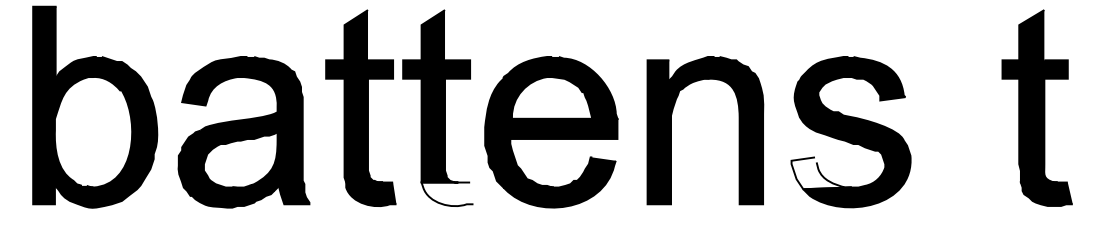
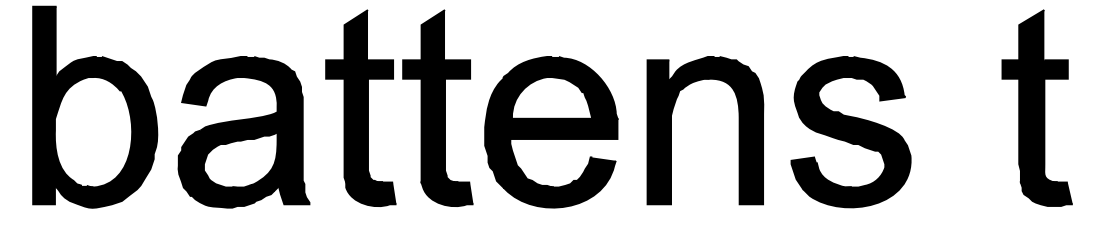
fill at (821, 173): none -> present
fill at (447, 194): none -> present
